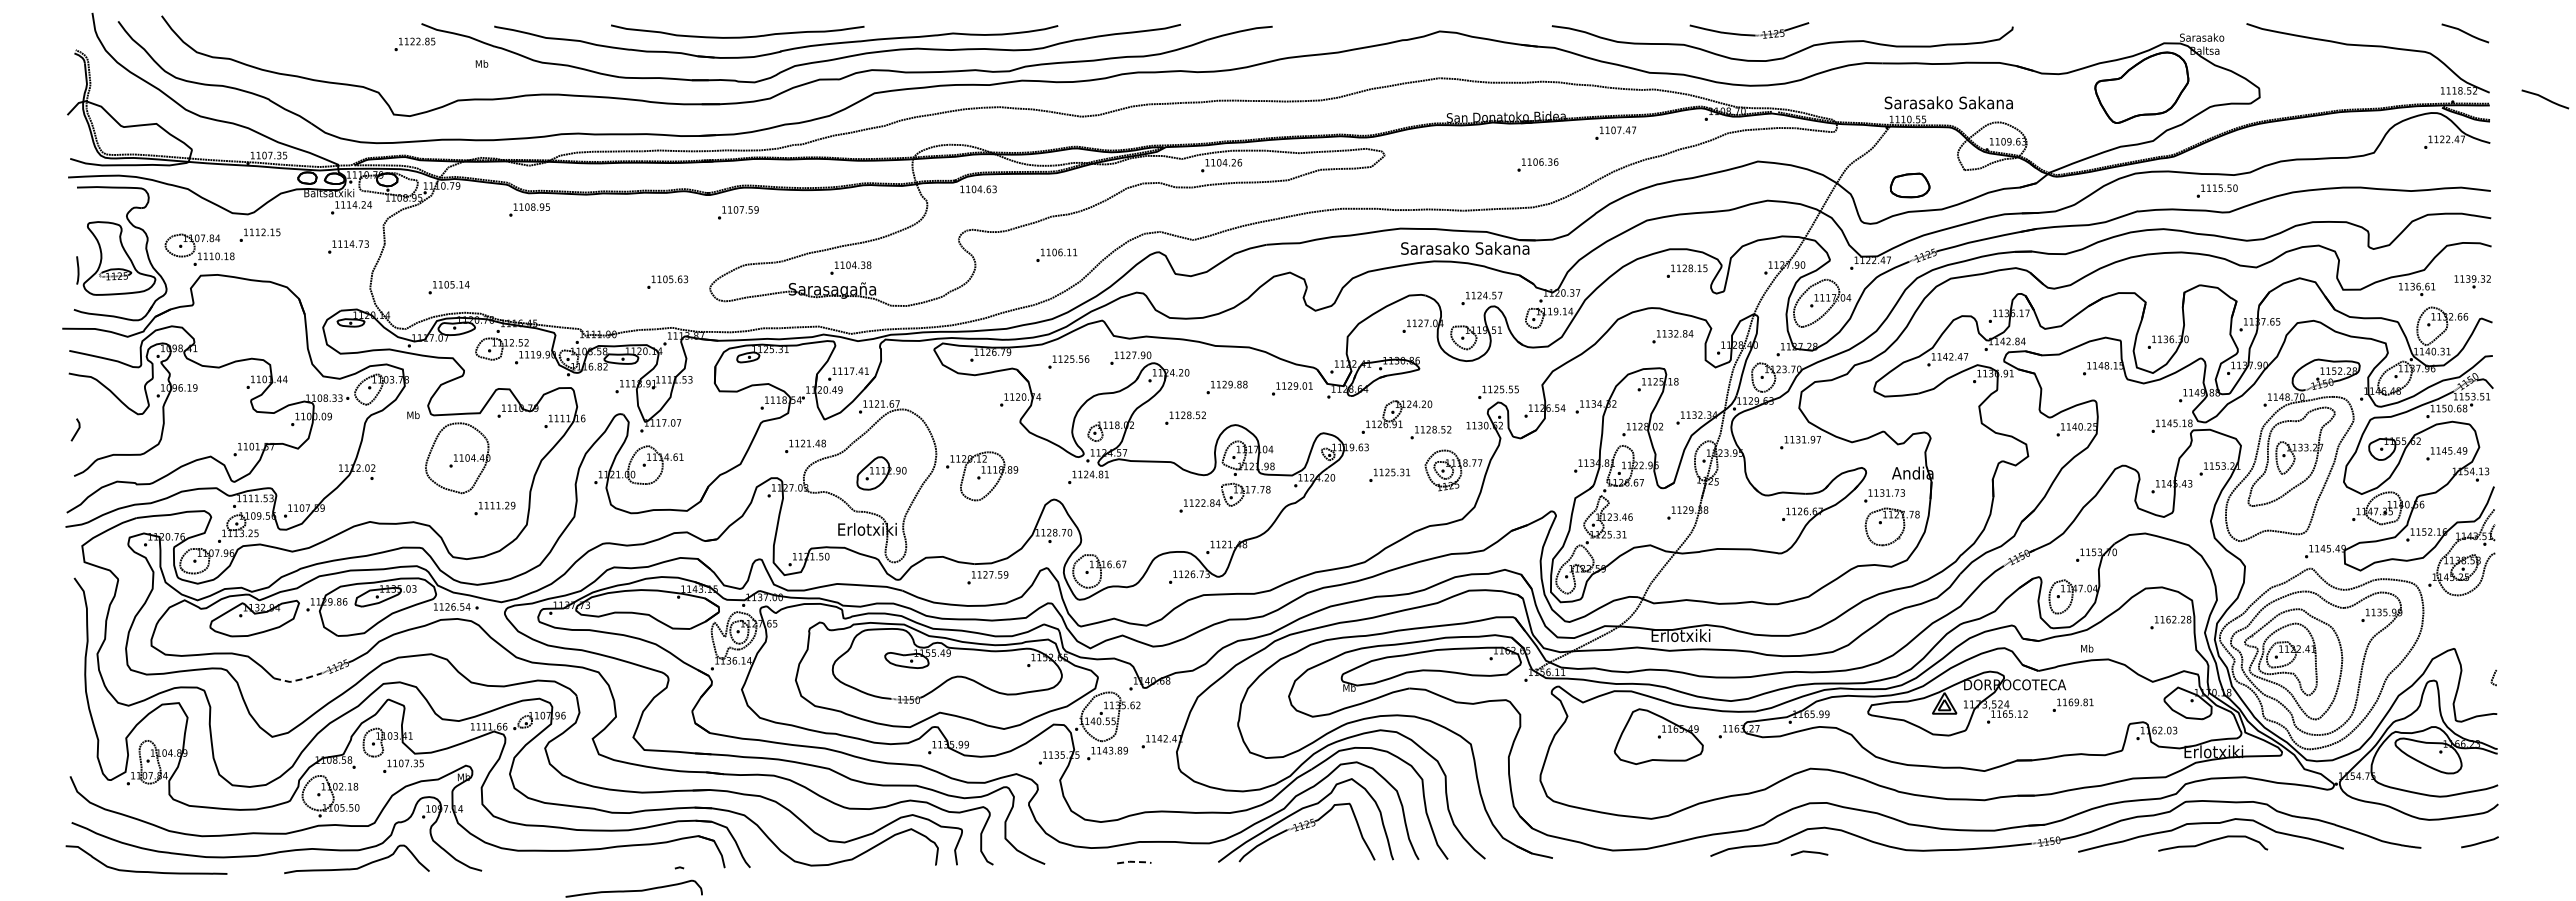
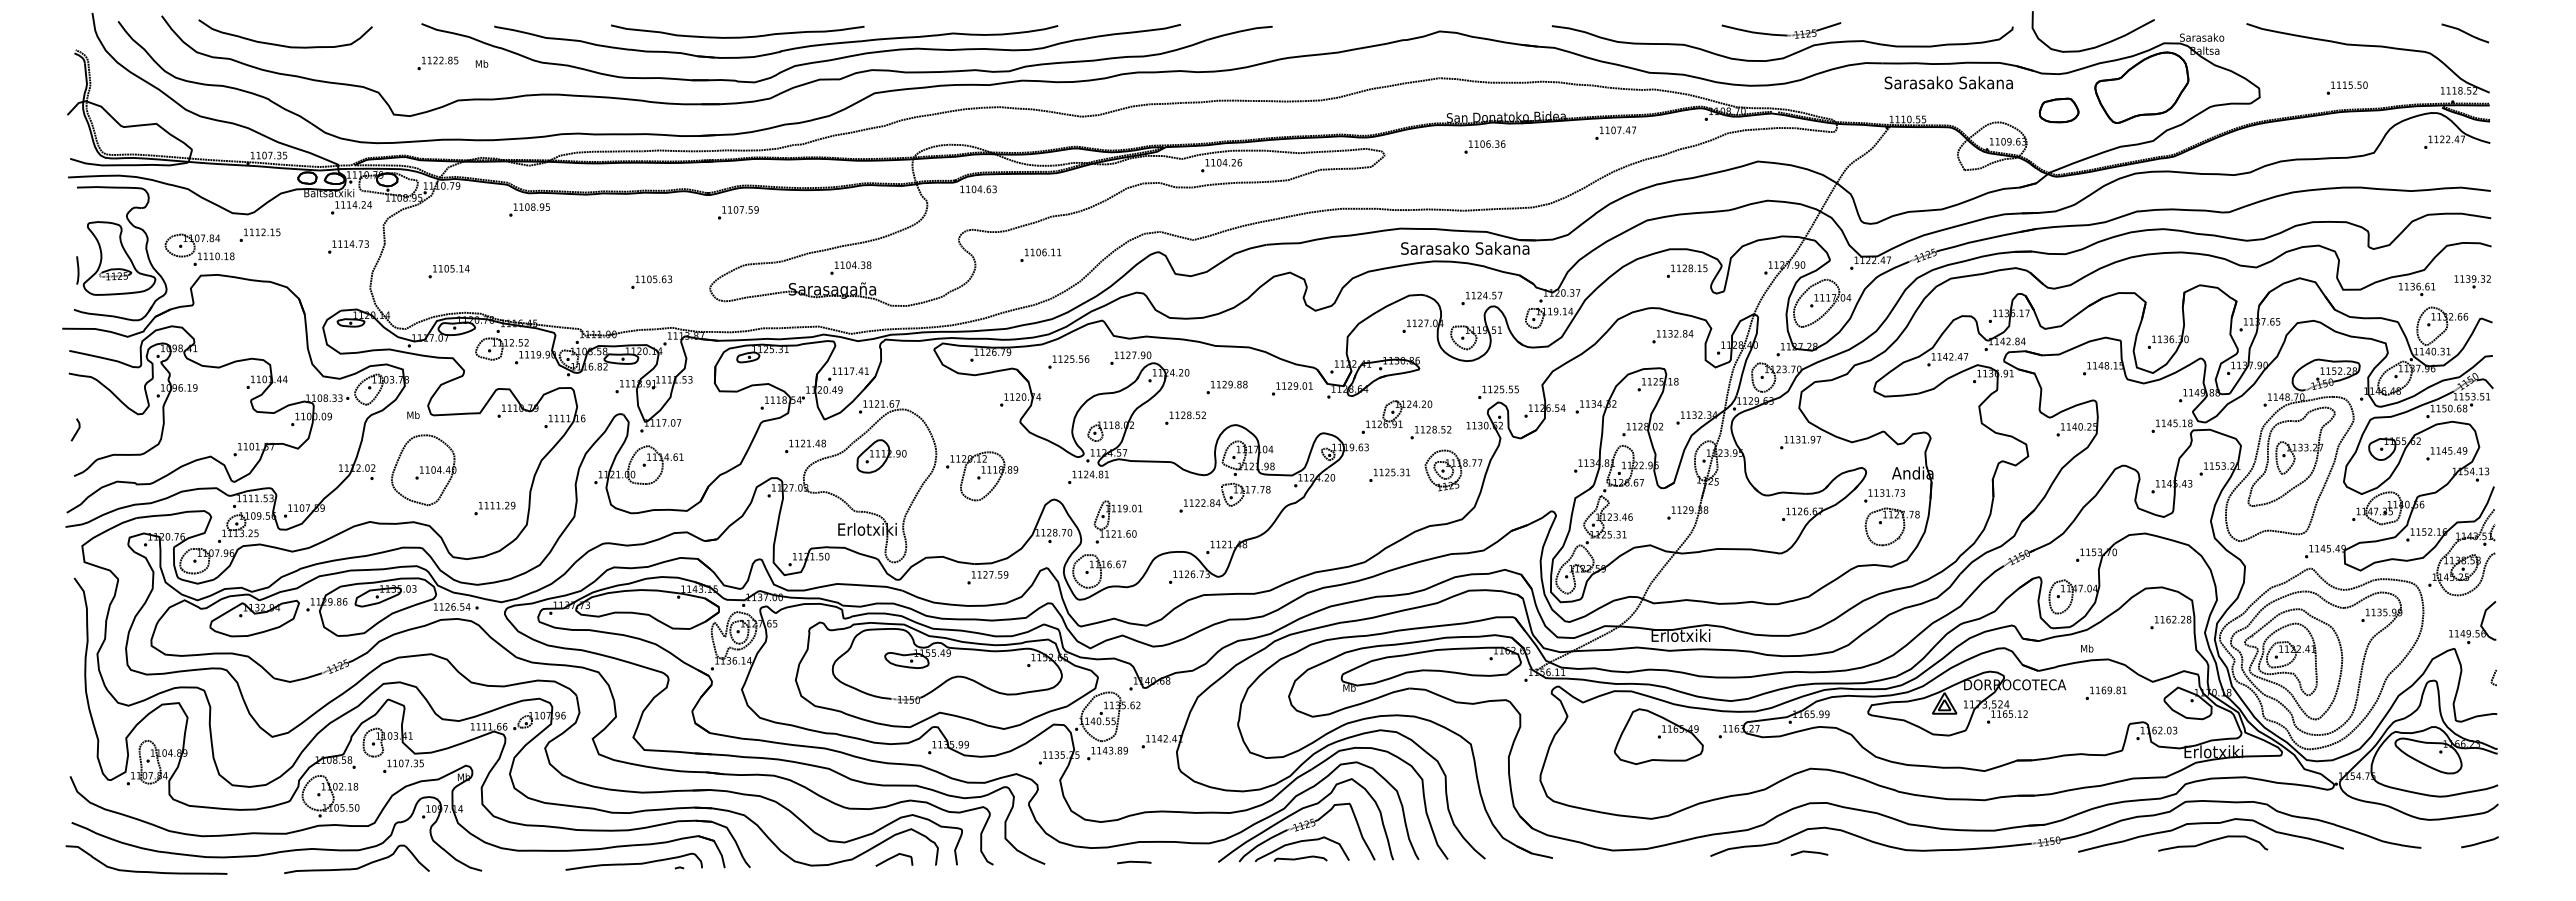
part at (1749, 30) position: (1749, 30) -> (1781, 30)
curve at (281, 44): none -> present
text at (414, 44) position: (414, 44) -> (437, 63)
curve at (2097, 45): none -> present
line at (2545, 99): present -> none
text at (1948, 102) position: (1948, 102) -> (1948, 82)
text at (1537, 164) position: (1537, 164) -> (1484, 146)
part at (1909, 185) position: (1909, 185) -> (2058, 110)
text at (2216, 190) position: (2216, 190) -> (2346, 87)
text at (1056, 254) position: (1056, 254) -> (1040, 254)
text at (667, 281) position: (667, 281) -> (651, 281)
text at (448, 287) position: (448, 287) -> (448, 271)
part at (457, 458) position: (457, 458) -> (423, 470)
part at (881, 473) position: (881, 473) -> (881, 456)
part at (1109, 521): none -> present
part at (2480, 623): none -> present
line at (298, 680): dashed -> solid
text at (2072, 704) position: (2072, 704) -> (2105, 692)
part at (1301, 842): none -> present
curve at (894, 857): none -> present
line at (1134, 861): dashed -> solid
curve at (633, 890) position: (633, 890) -> (633, 863)
